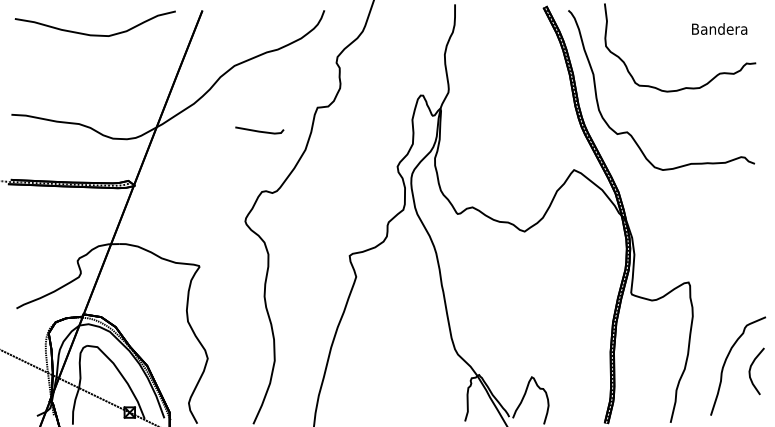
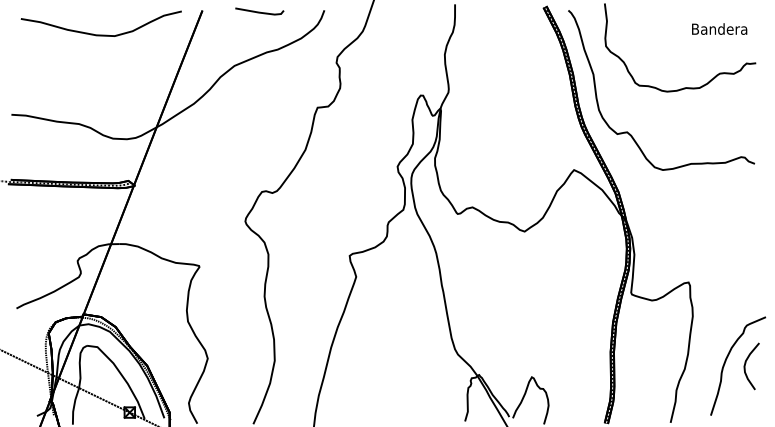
curve at (94, 34) position: (94, 34) -> (100, 34)
line at (259, 130) position: (259, 130) -> (259, 11)
curve at (751, 368) position: (751, 368) -> (746, 363)
